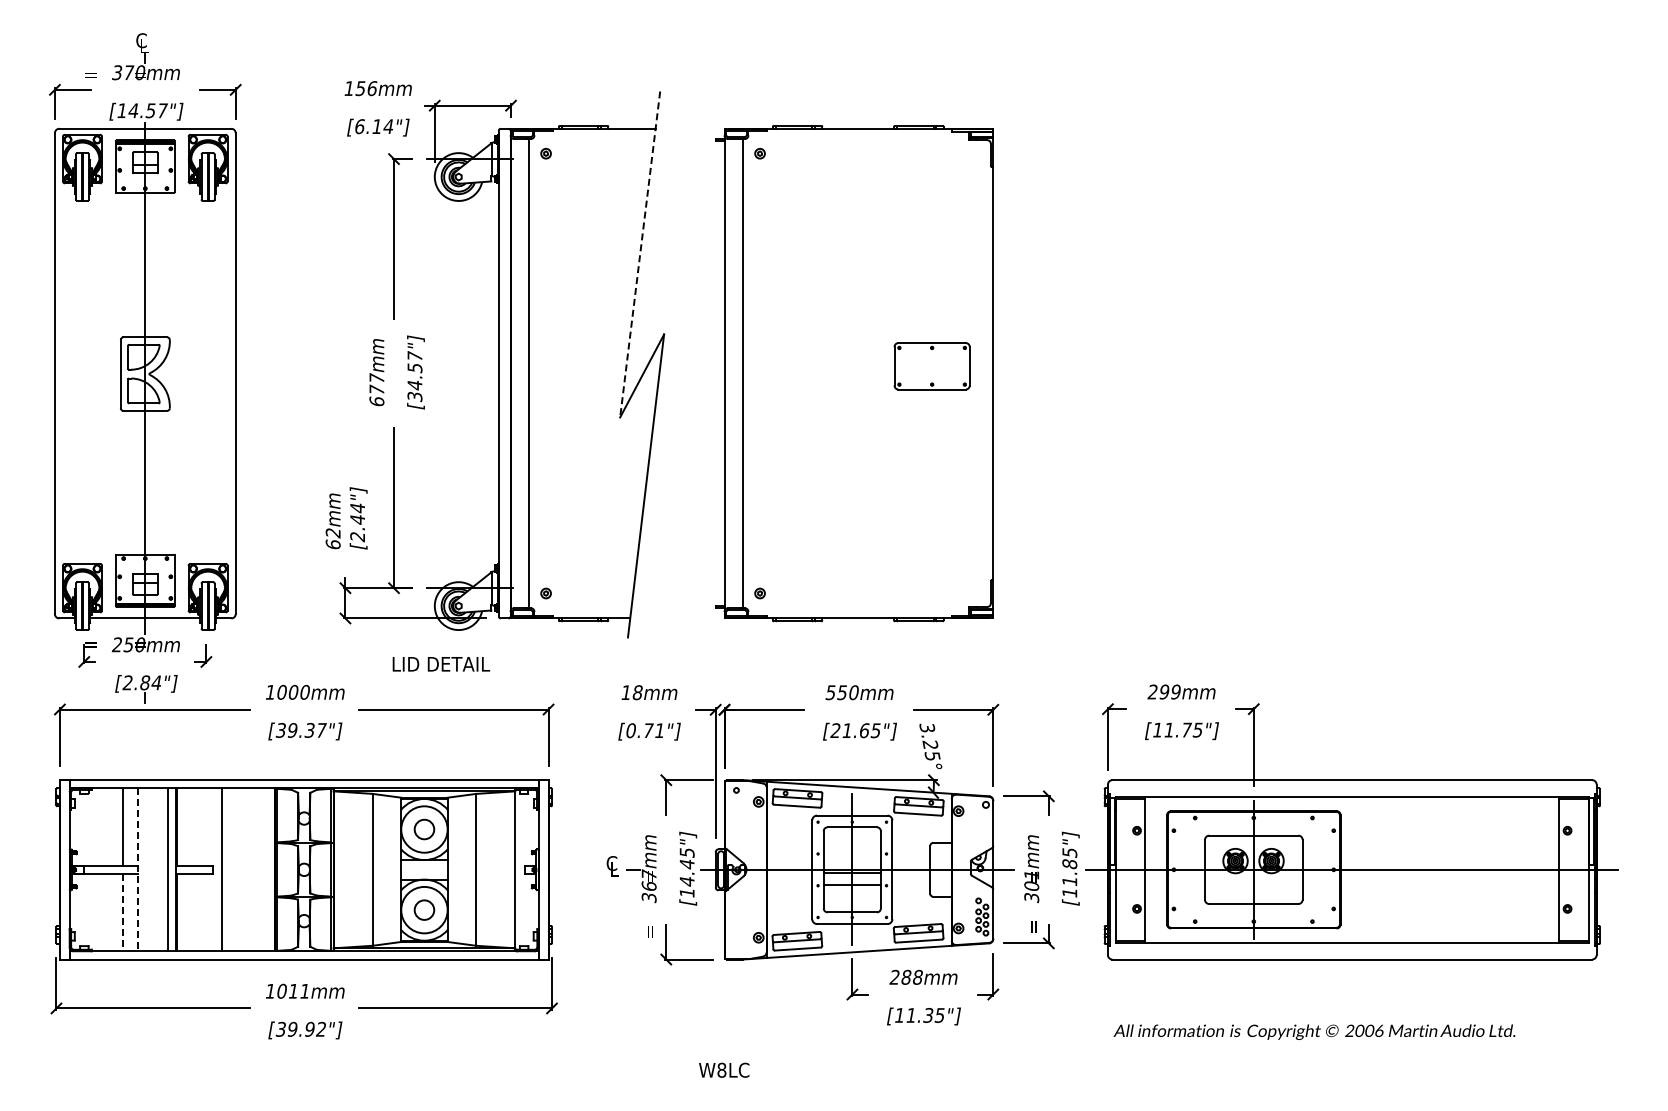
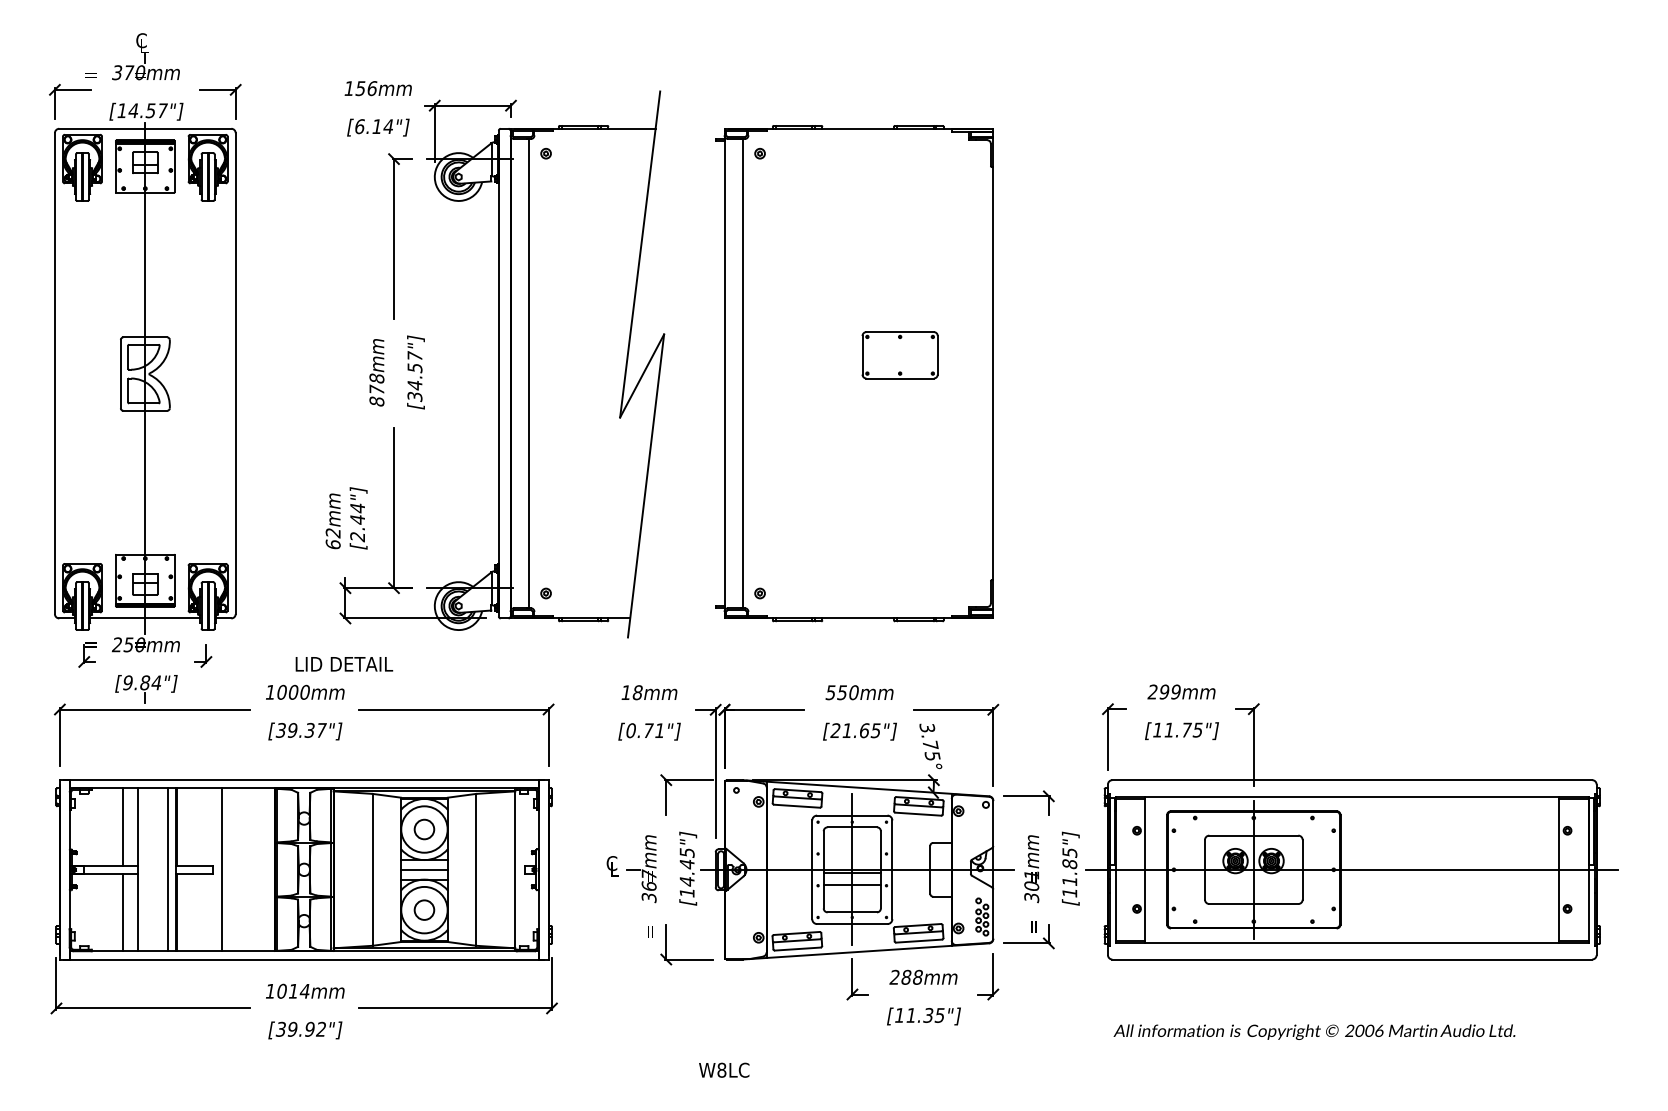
line at (640, 254): dashed -> solid
part at (931, 366) position: (931, 366) -> (899, 355)
text at (376, 389): 677mm -> 878mm
text at (441, 664) position: (441, 664) -> (344, 664)
text at (127, 682): [2.84"] -> [9.84"]
text at (930, 744): 3.25° -> 3.75°
line at (424, 869): none -> present
line at (137, 870): dashed -> solid
line at (122, 912): dashed -> solid
text at (304, 991): 1011mm -> 1014mm
